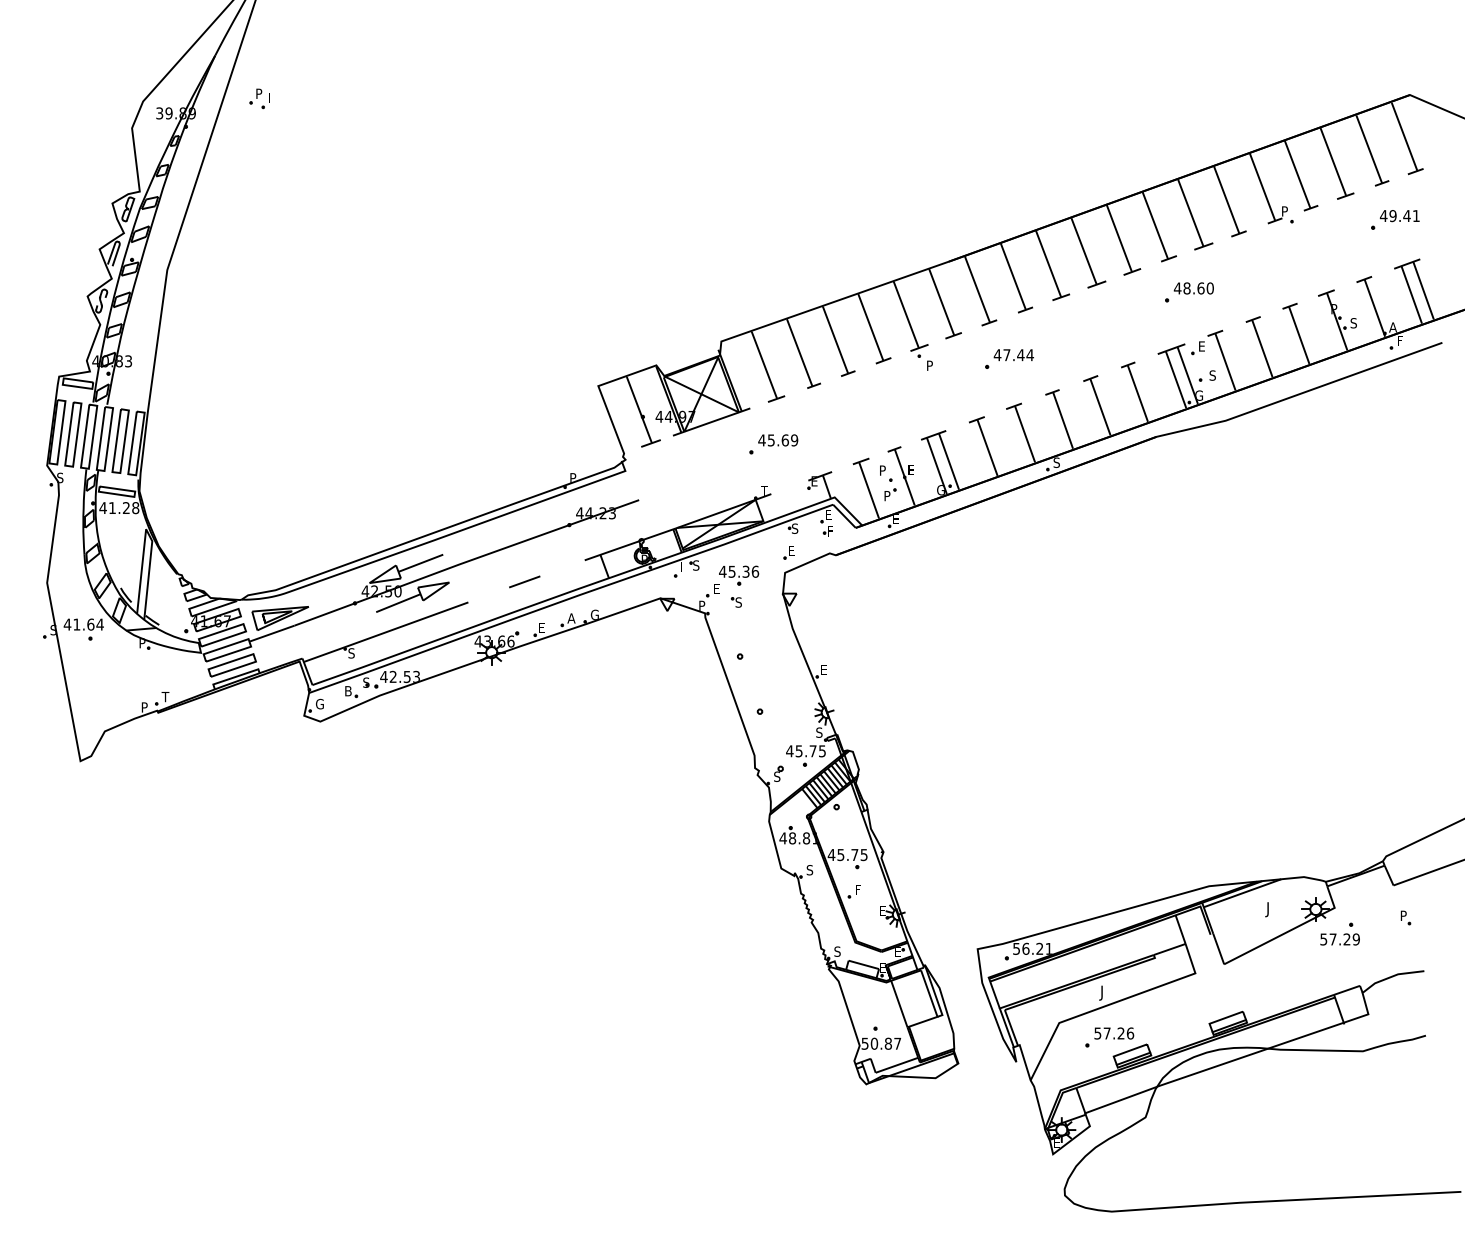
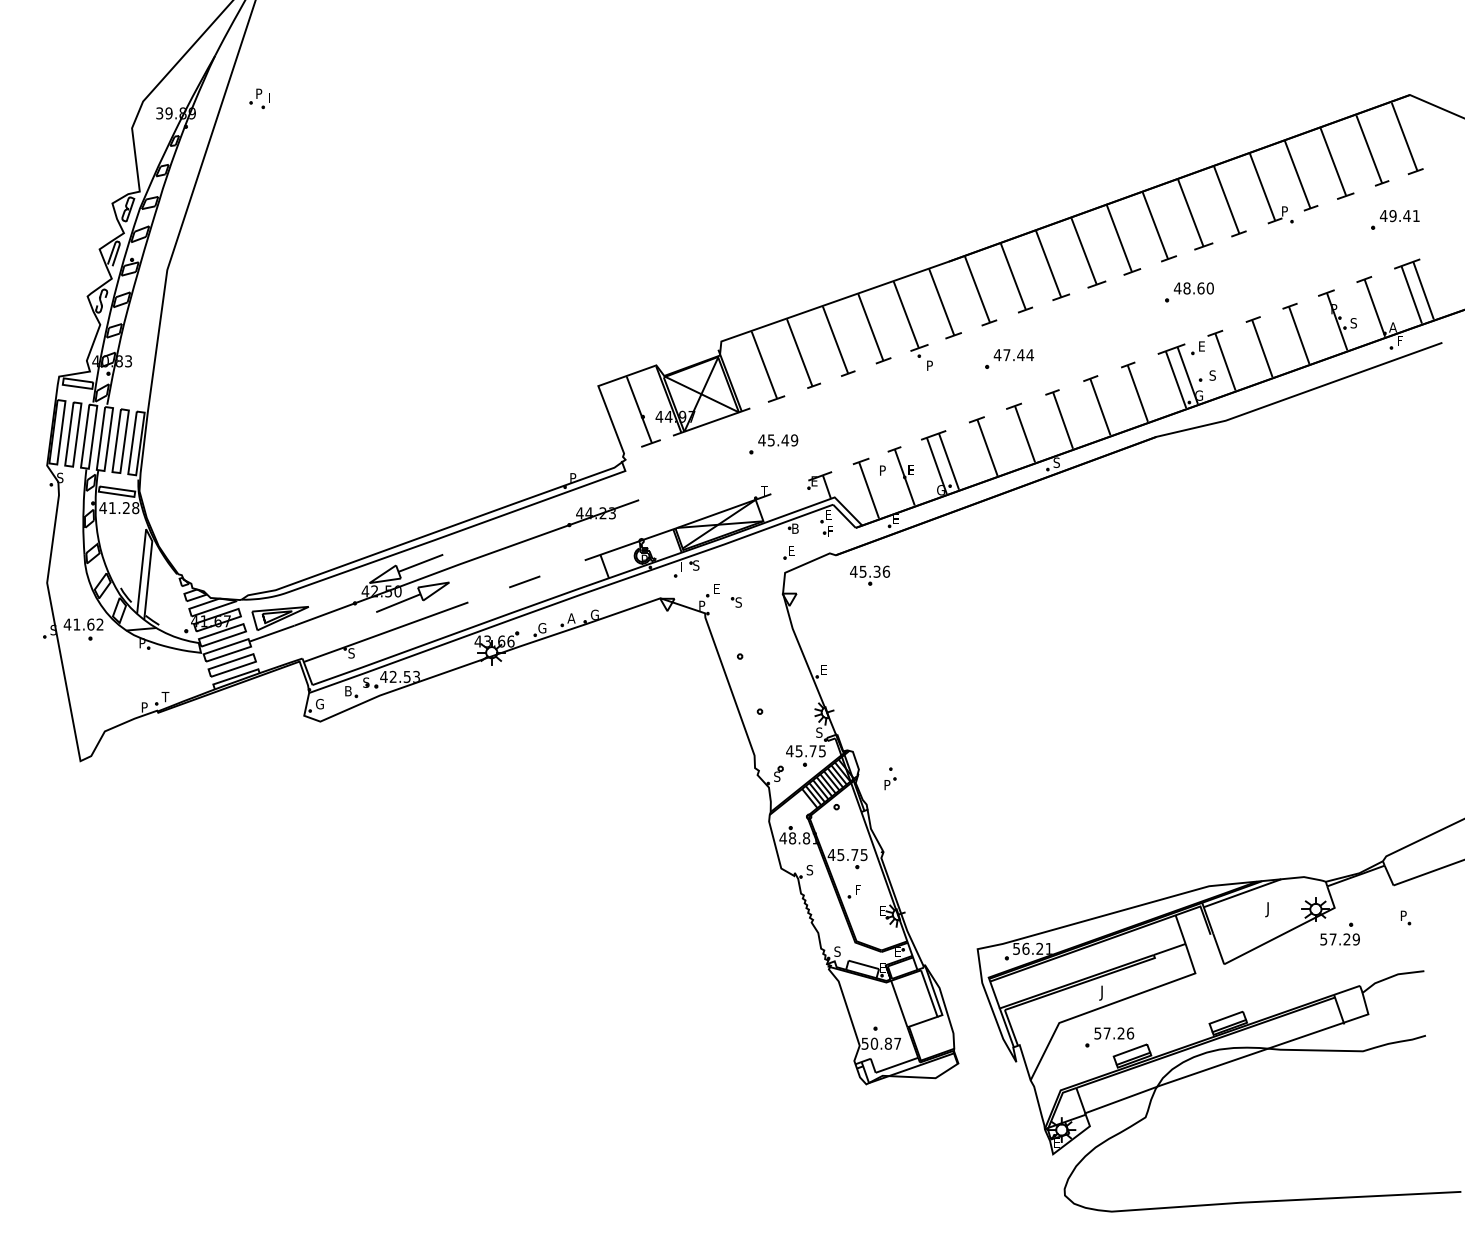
text at (784, 440): 45.69 -> 45.49
part at (890, 489) position: (890, 489) -> (890, 778)
text at (795, 528): S -> B
part at (739, 575) position: (739, 575) -> (870, 575)
text at (99, 624): 41.64 -> 41.62
text at (542, 628): E -> G
